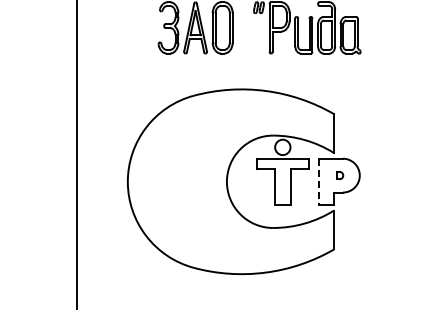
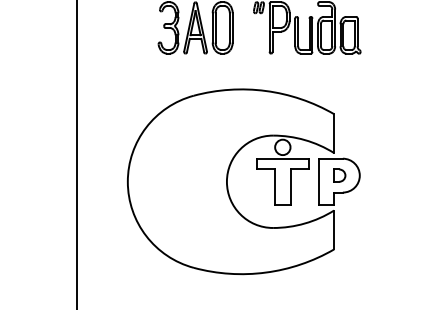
part at (340, 175) size: 9x10 px -> 14x15 px
line at (318, 182): dashed -> solid
